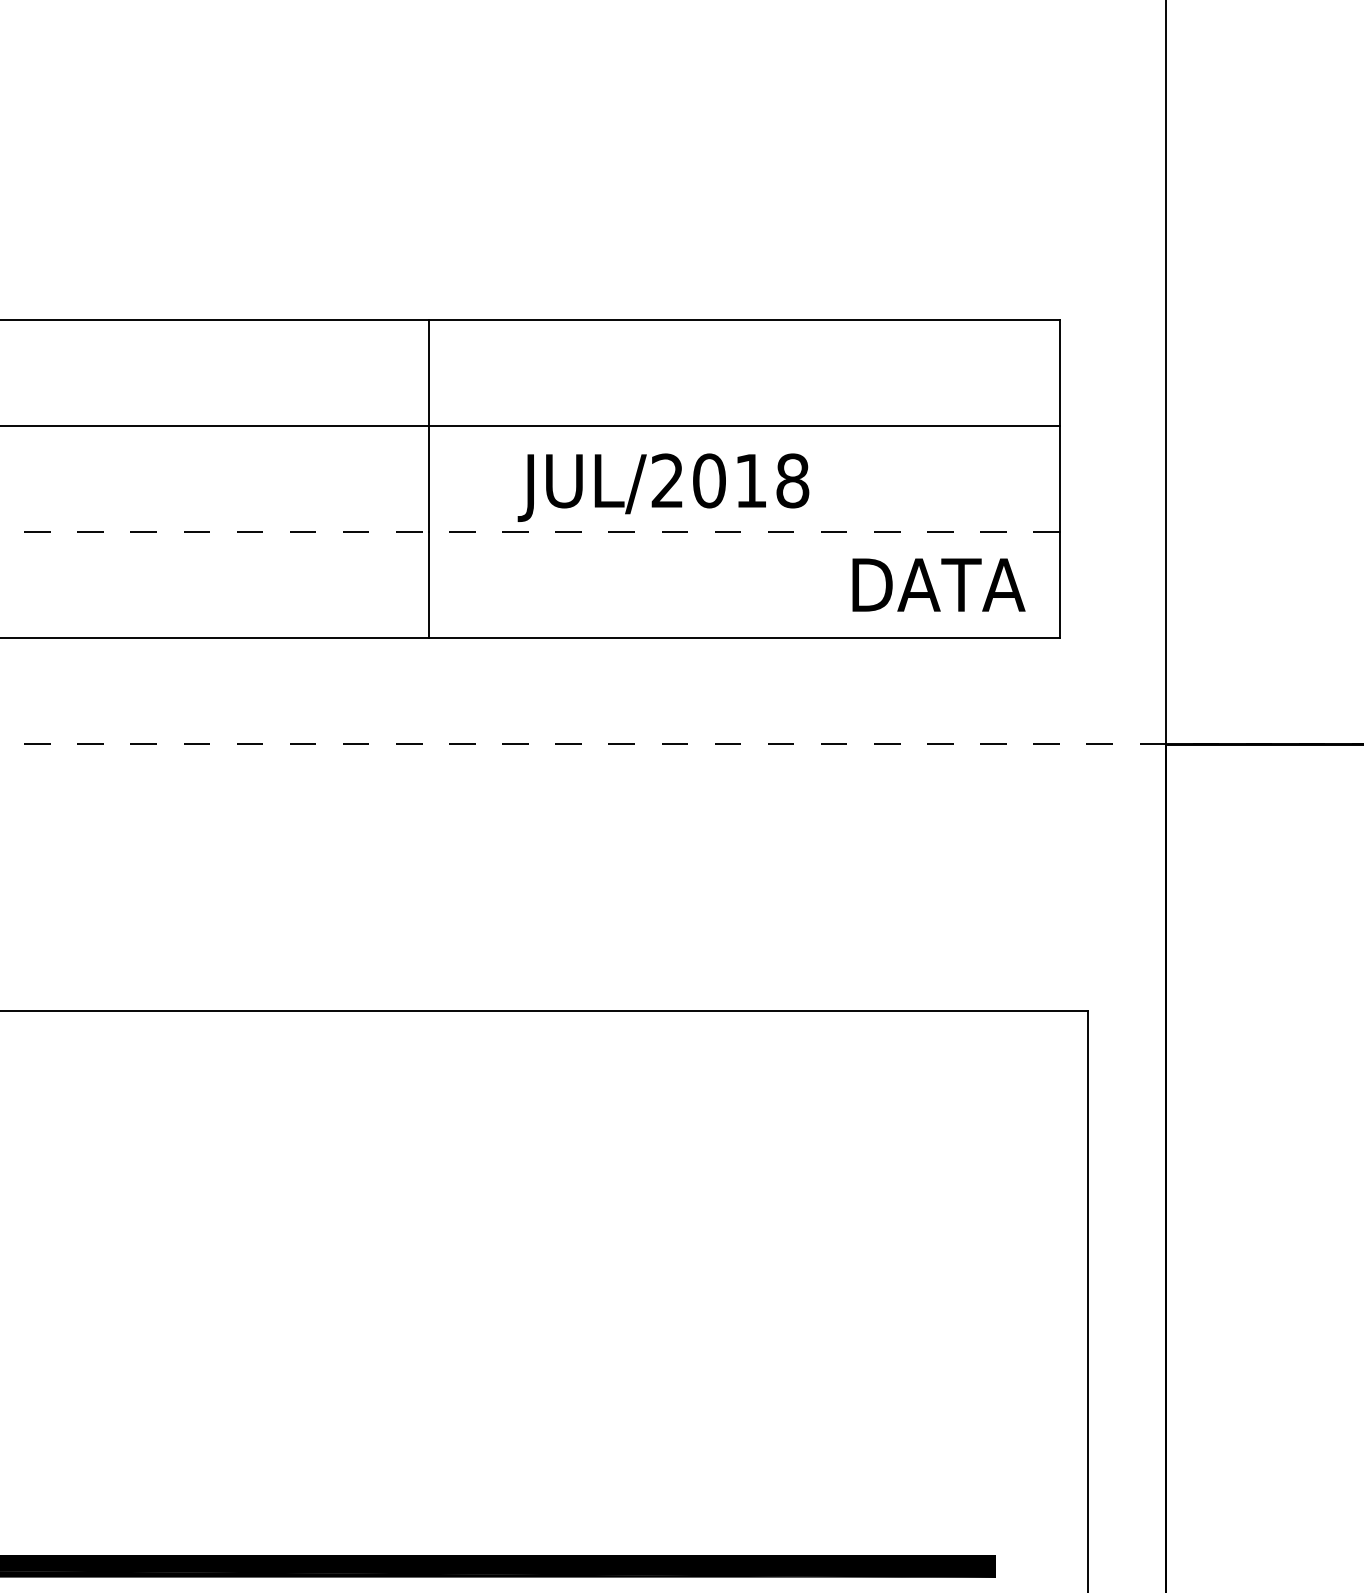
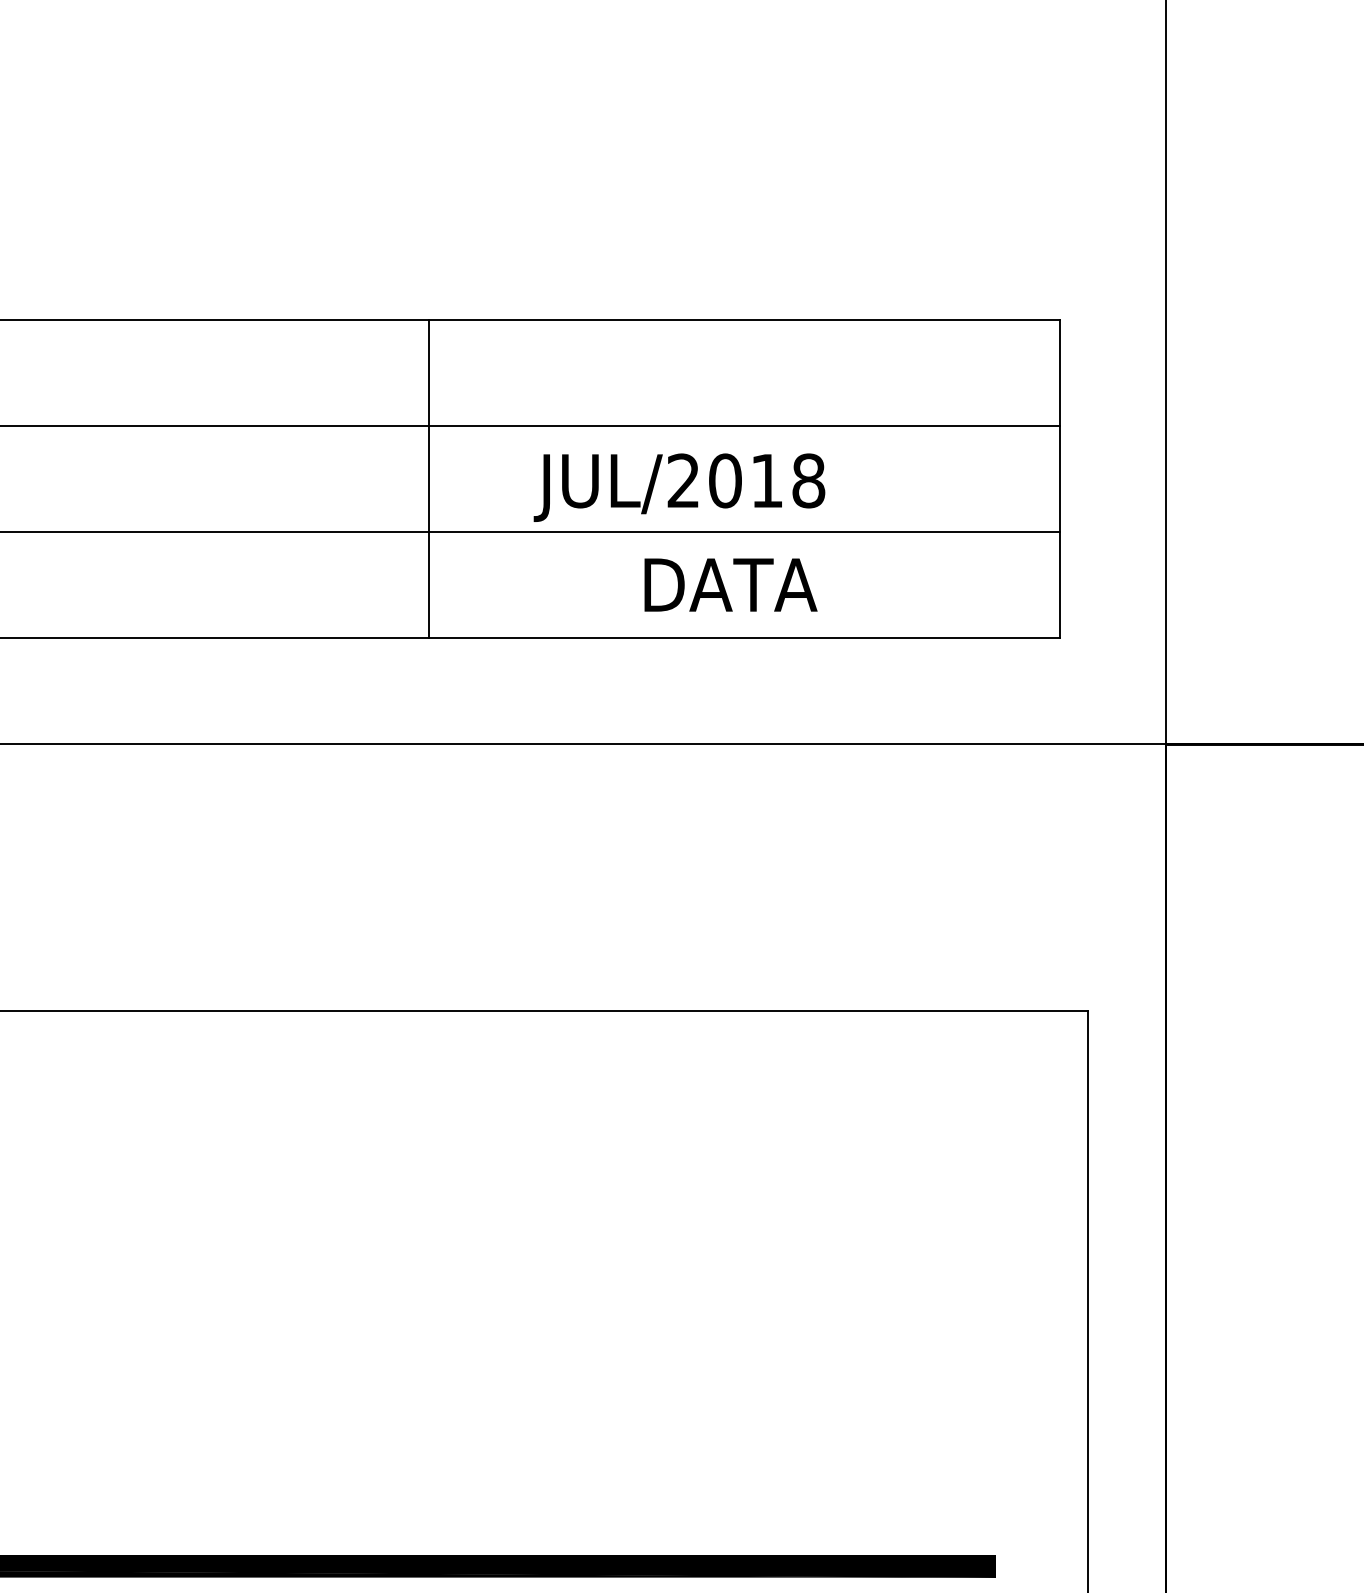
text at (663, 487) position: (663, 487) -> (679, 487)
line at (530, 531): dashed -> solid
text at (938, 584) position: (938, 584) -> (730, 584)
line at (681, 744): dashed -> solid
